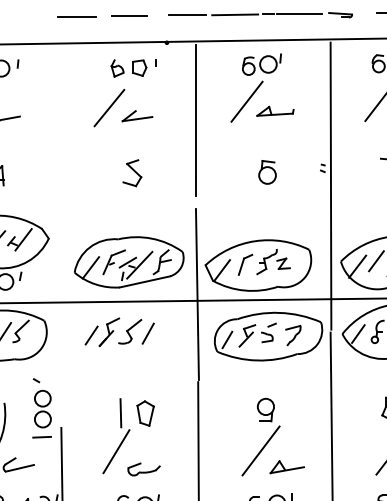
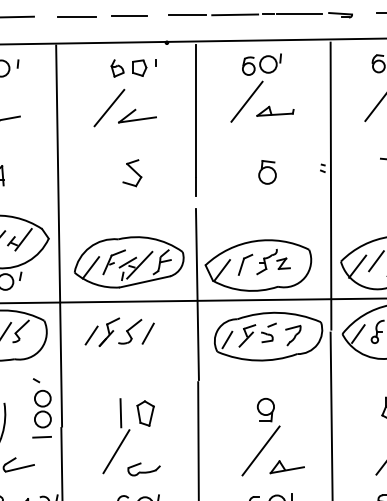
line at (17, 16): none -> present
part at (137, 116) size: 33x13 px -> 39x16 px
line at (59, 235): none -> present
